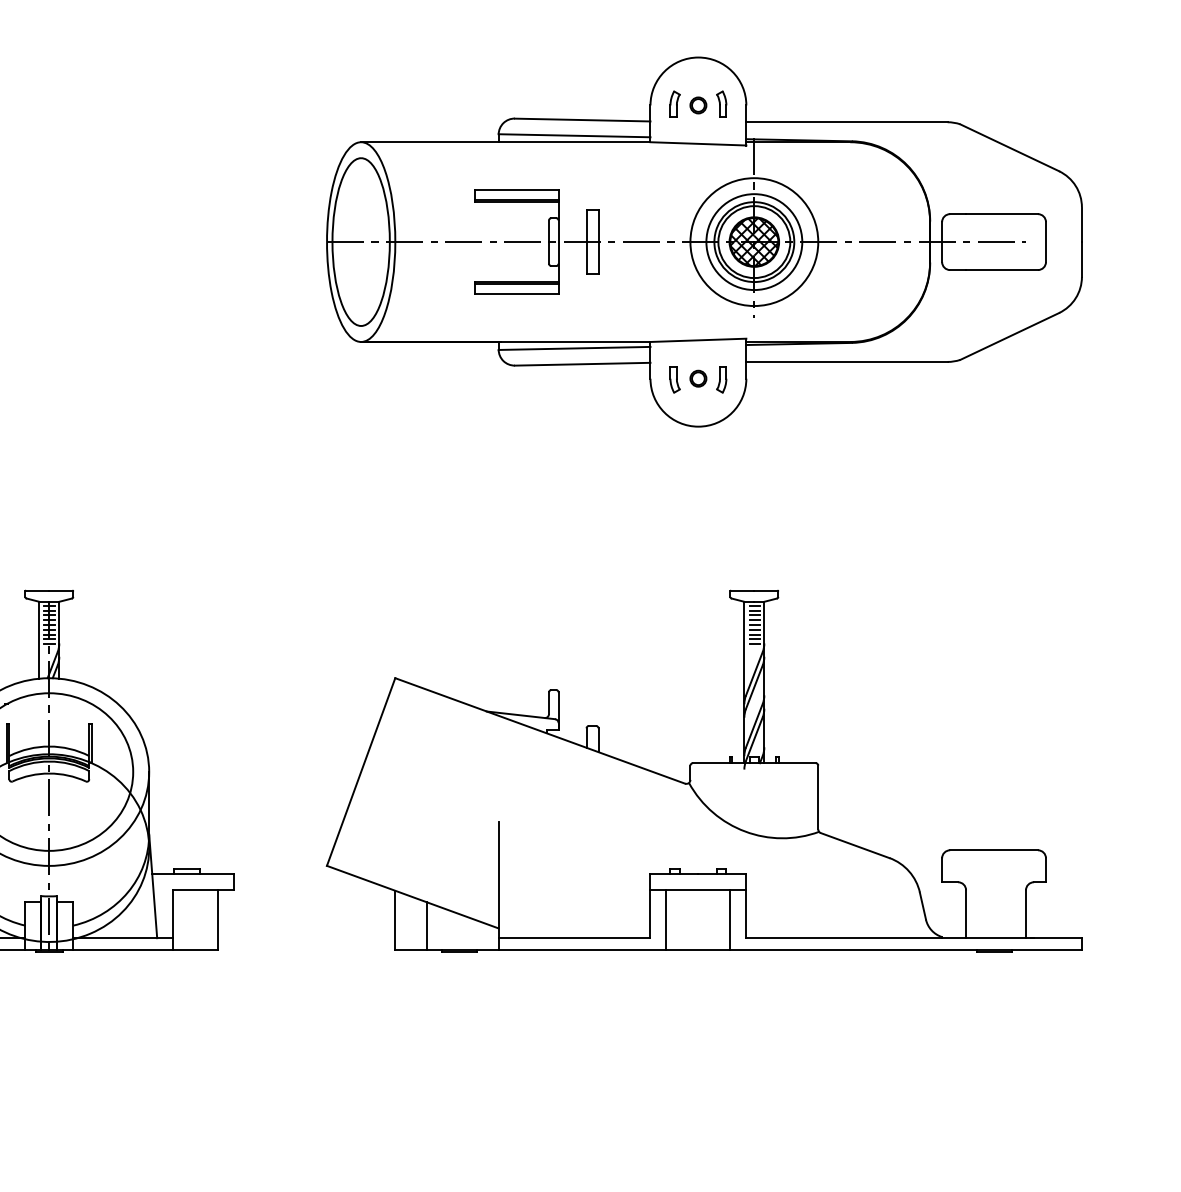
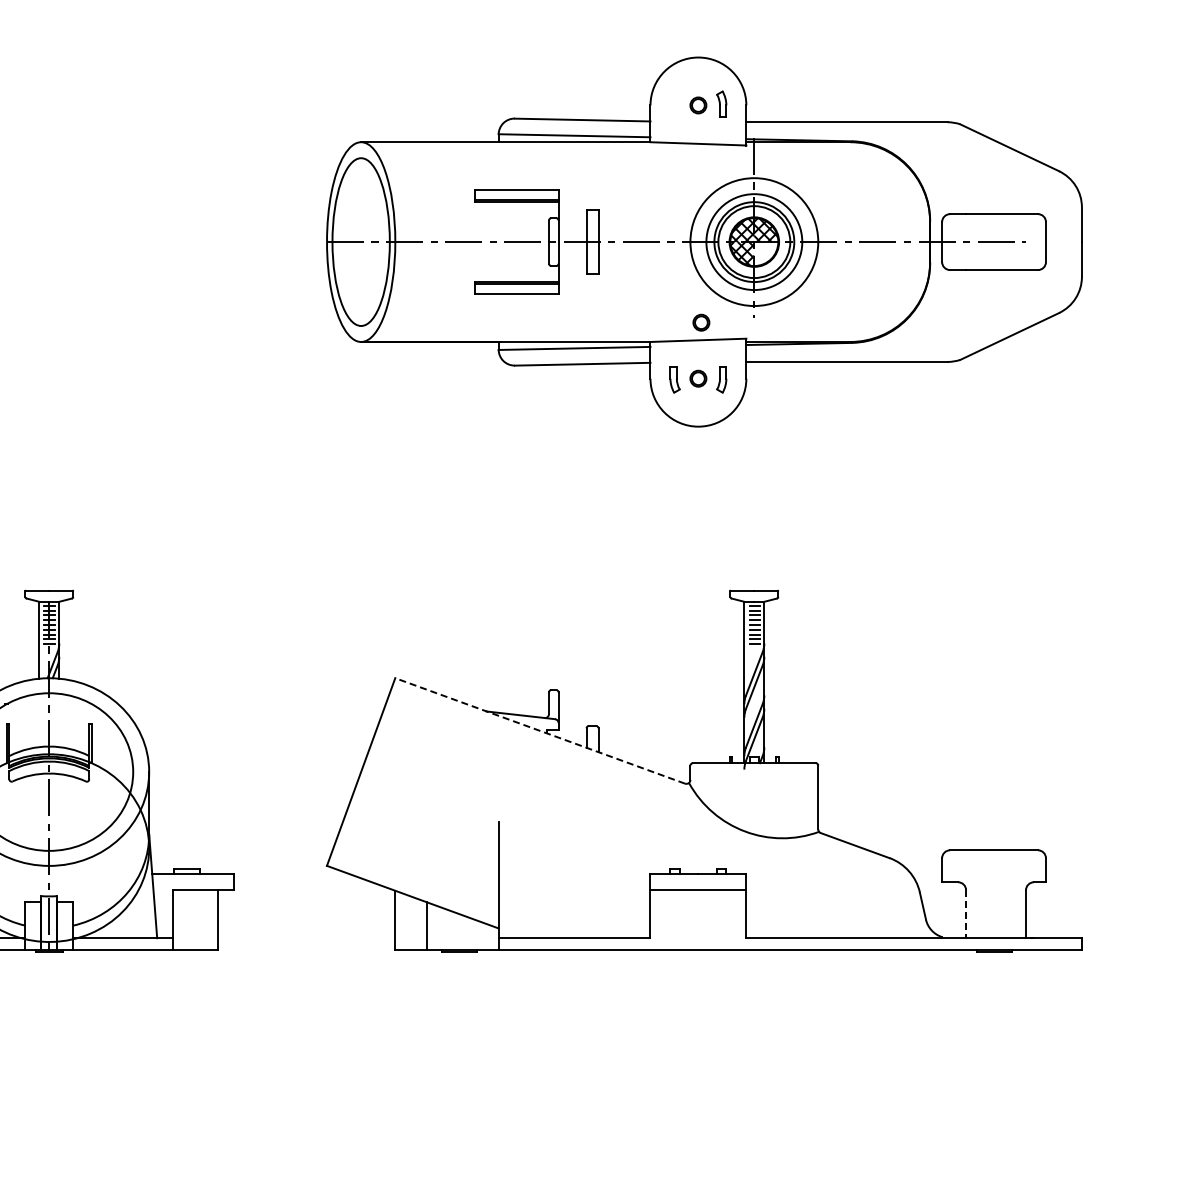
part at (674, 103): present -> none
hatch at (766, 254): present -> none
part at (701, 322): none -> present
line at (539, 730): solid -> dashed
line at (966, 914): solid -> dashed
line at (666, 920): present -> none
line at (730, 920): present -> none
